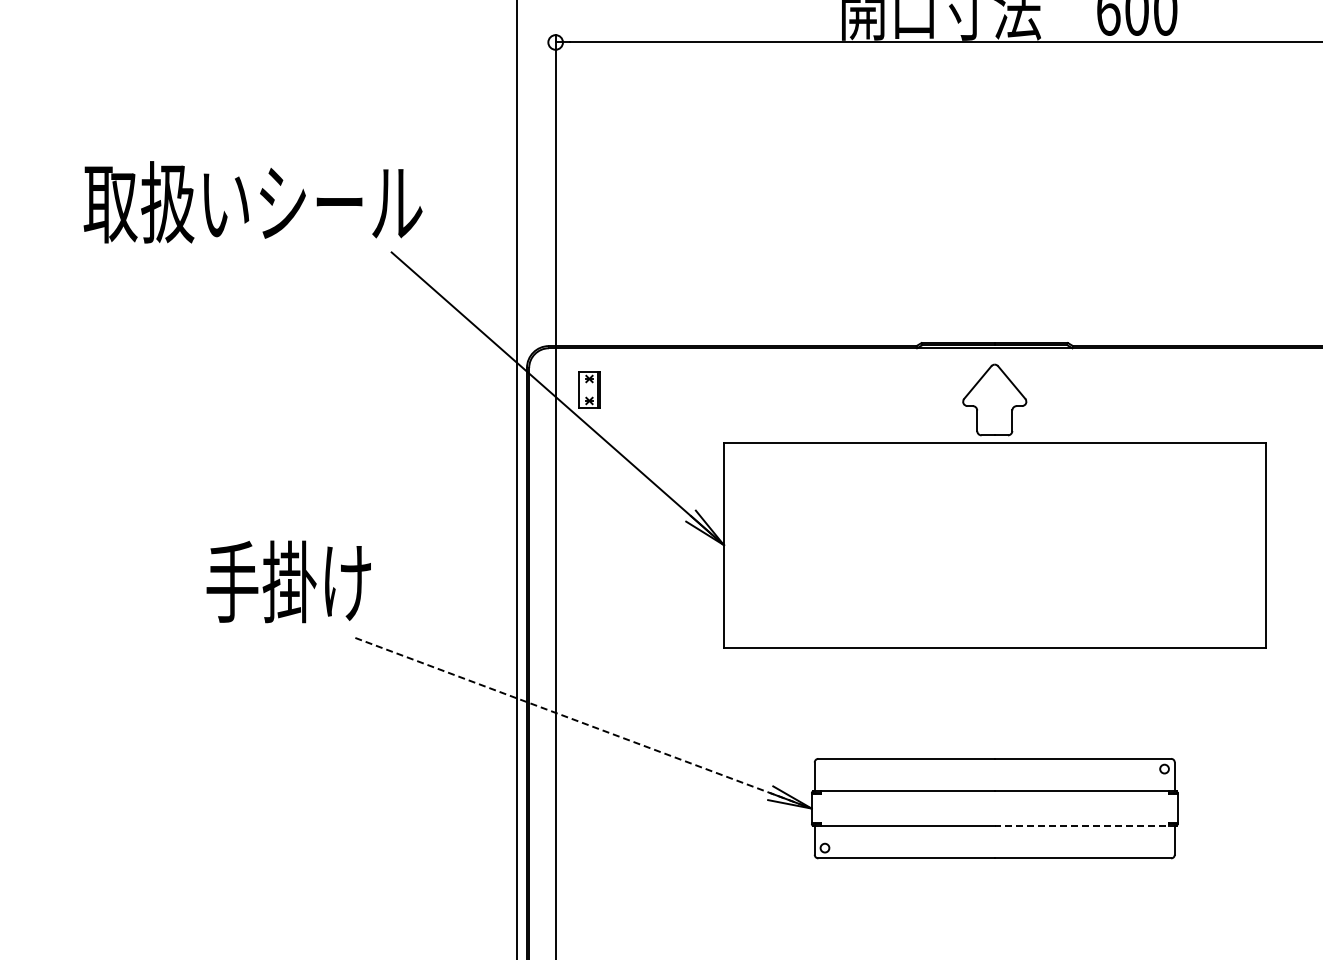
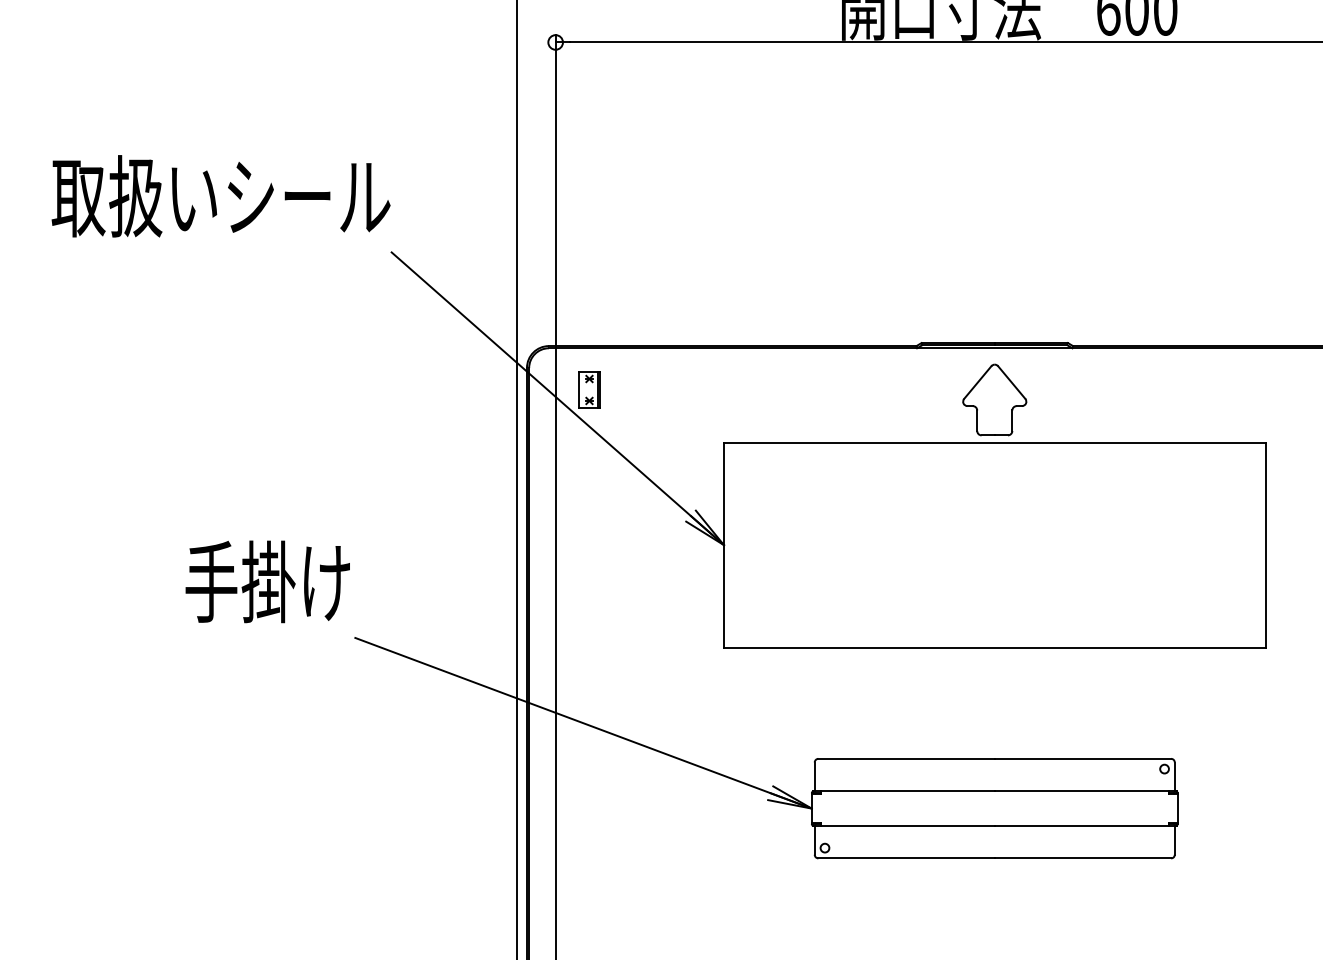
text at (252, 202) position: (252, 202) -> (220, 196)
text at (288, 581) position: (288, 581) -> (267, 581)
line at (582, 722): dashed -> solid
line at (1085, 826): dashed -> solid
